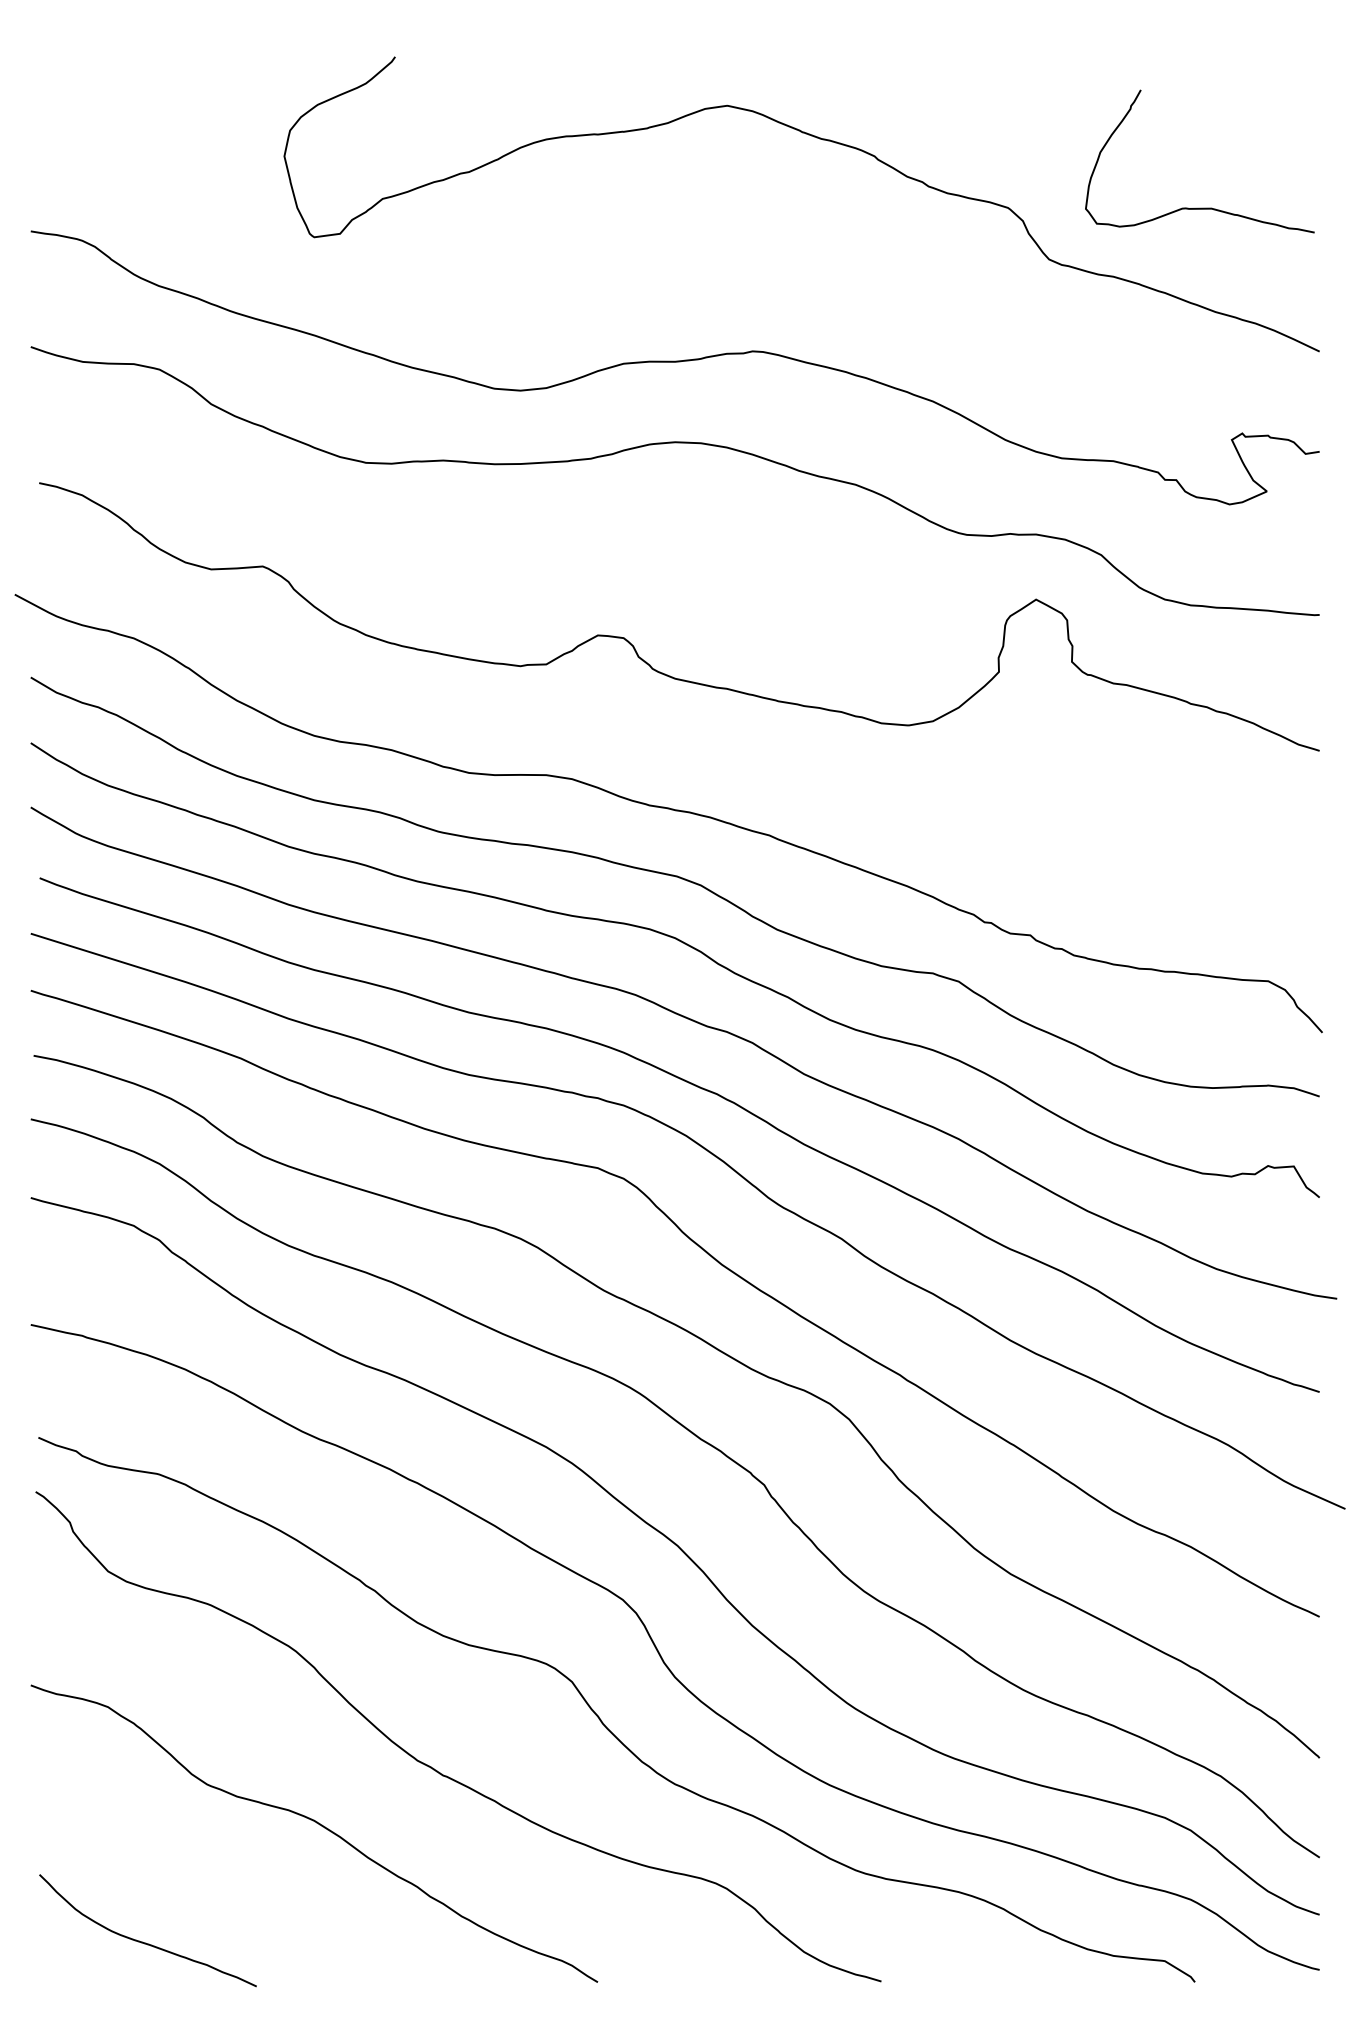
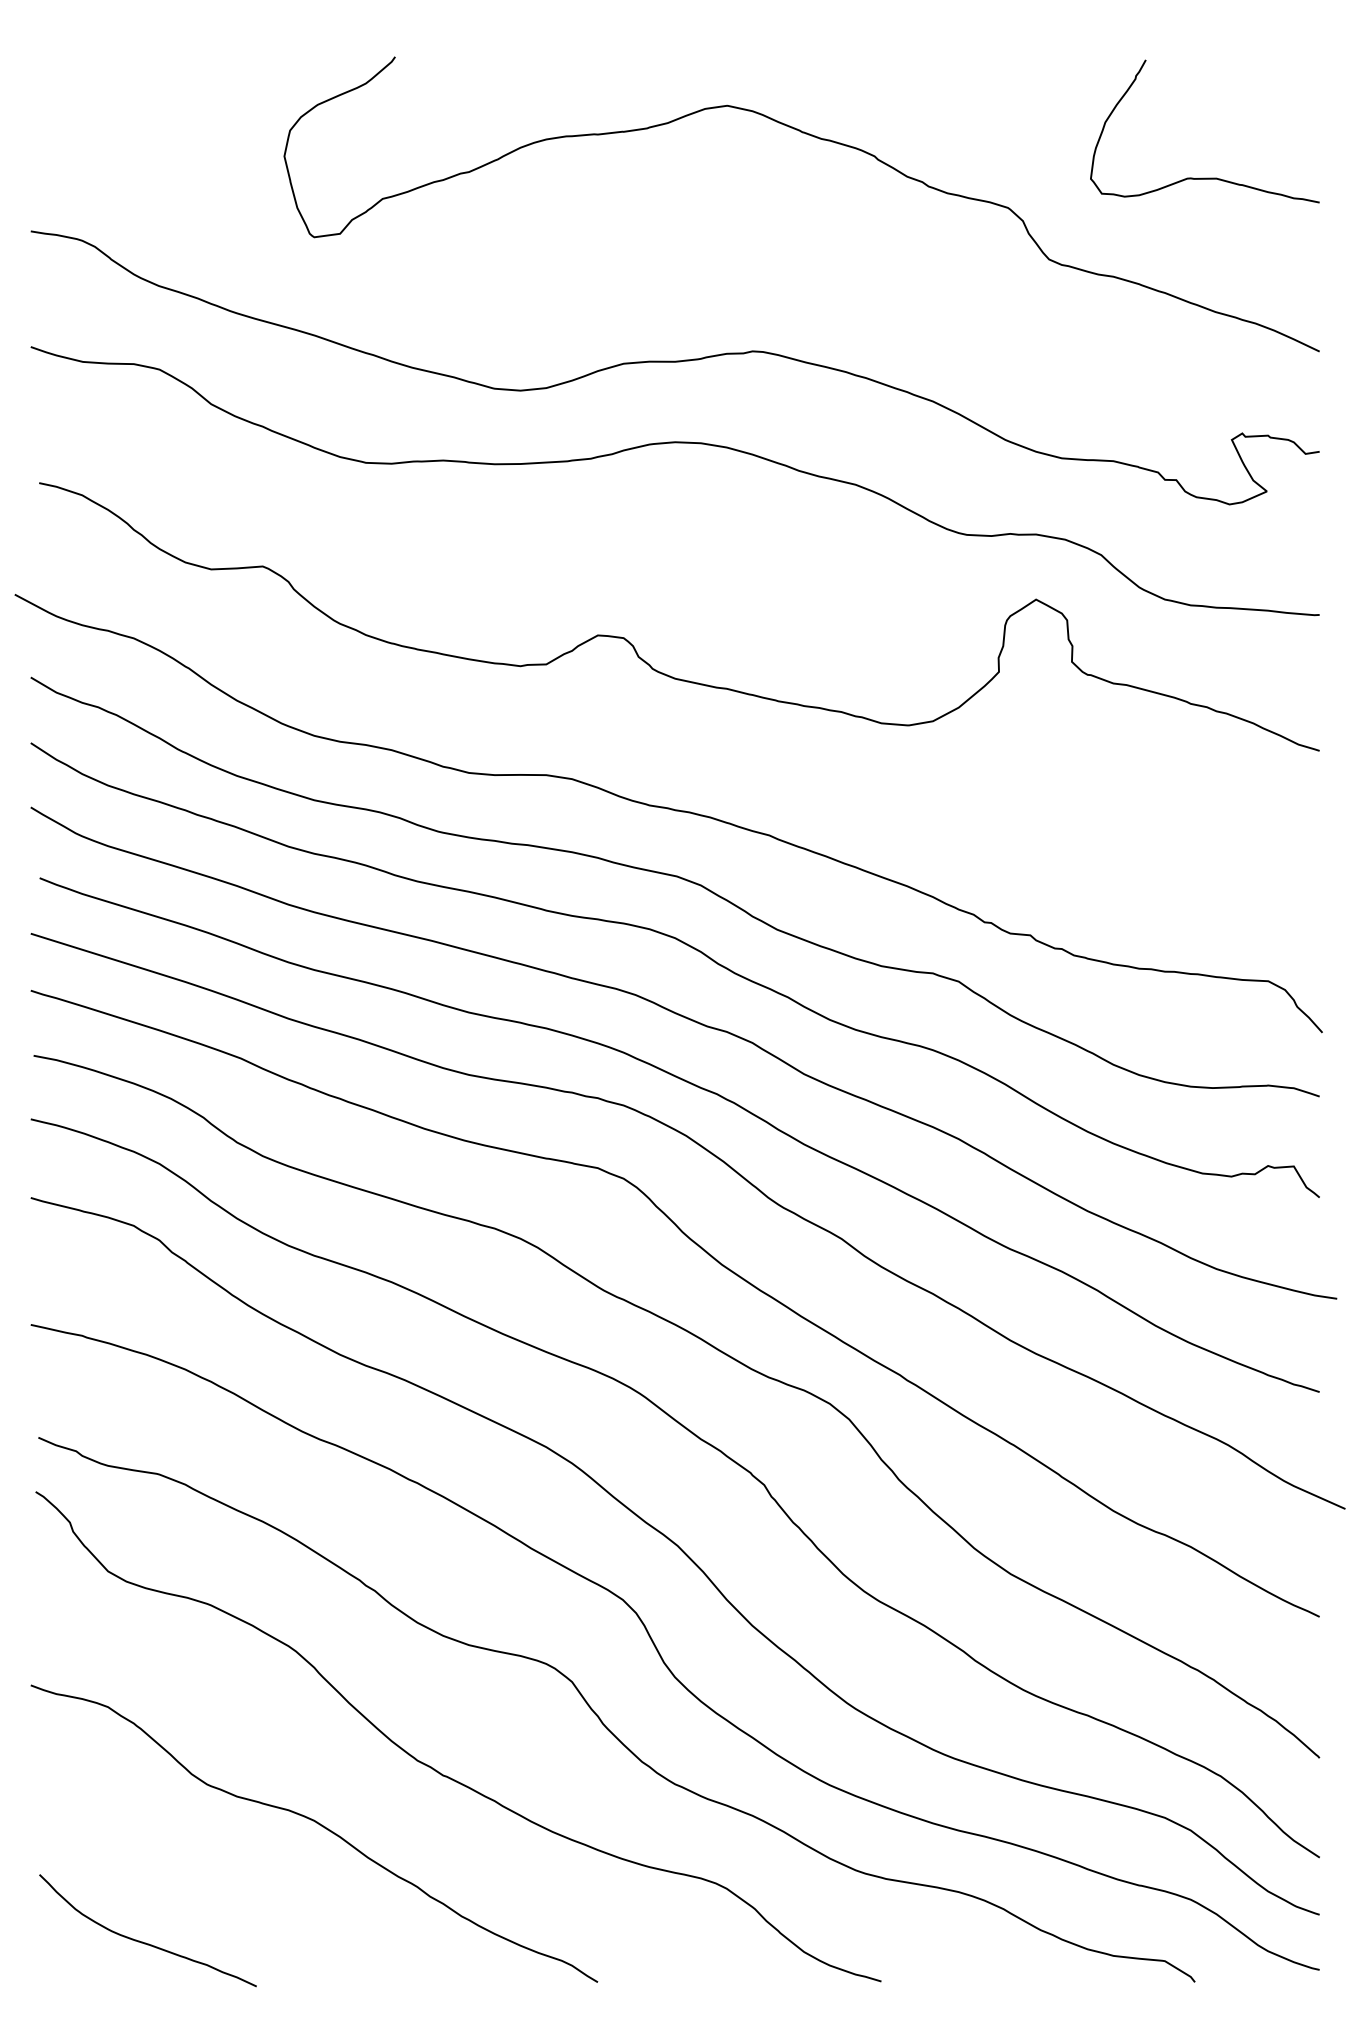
curve at (1199, 207) position: (1199, 207) -> (1204, 177)
